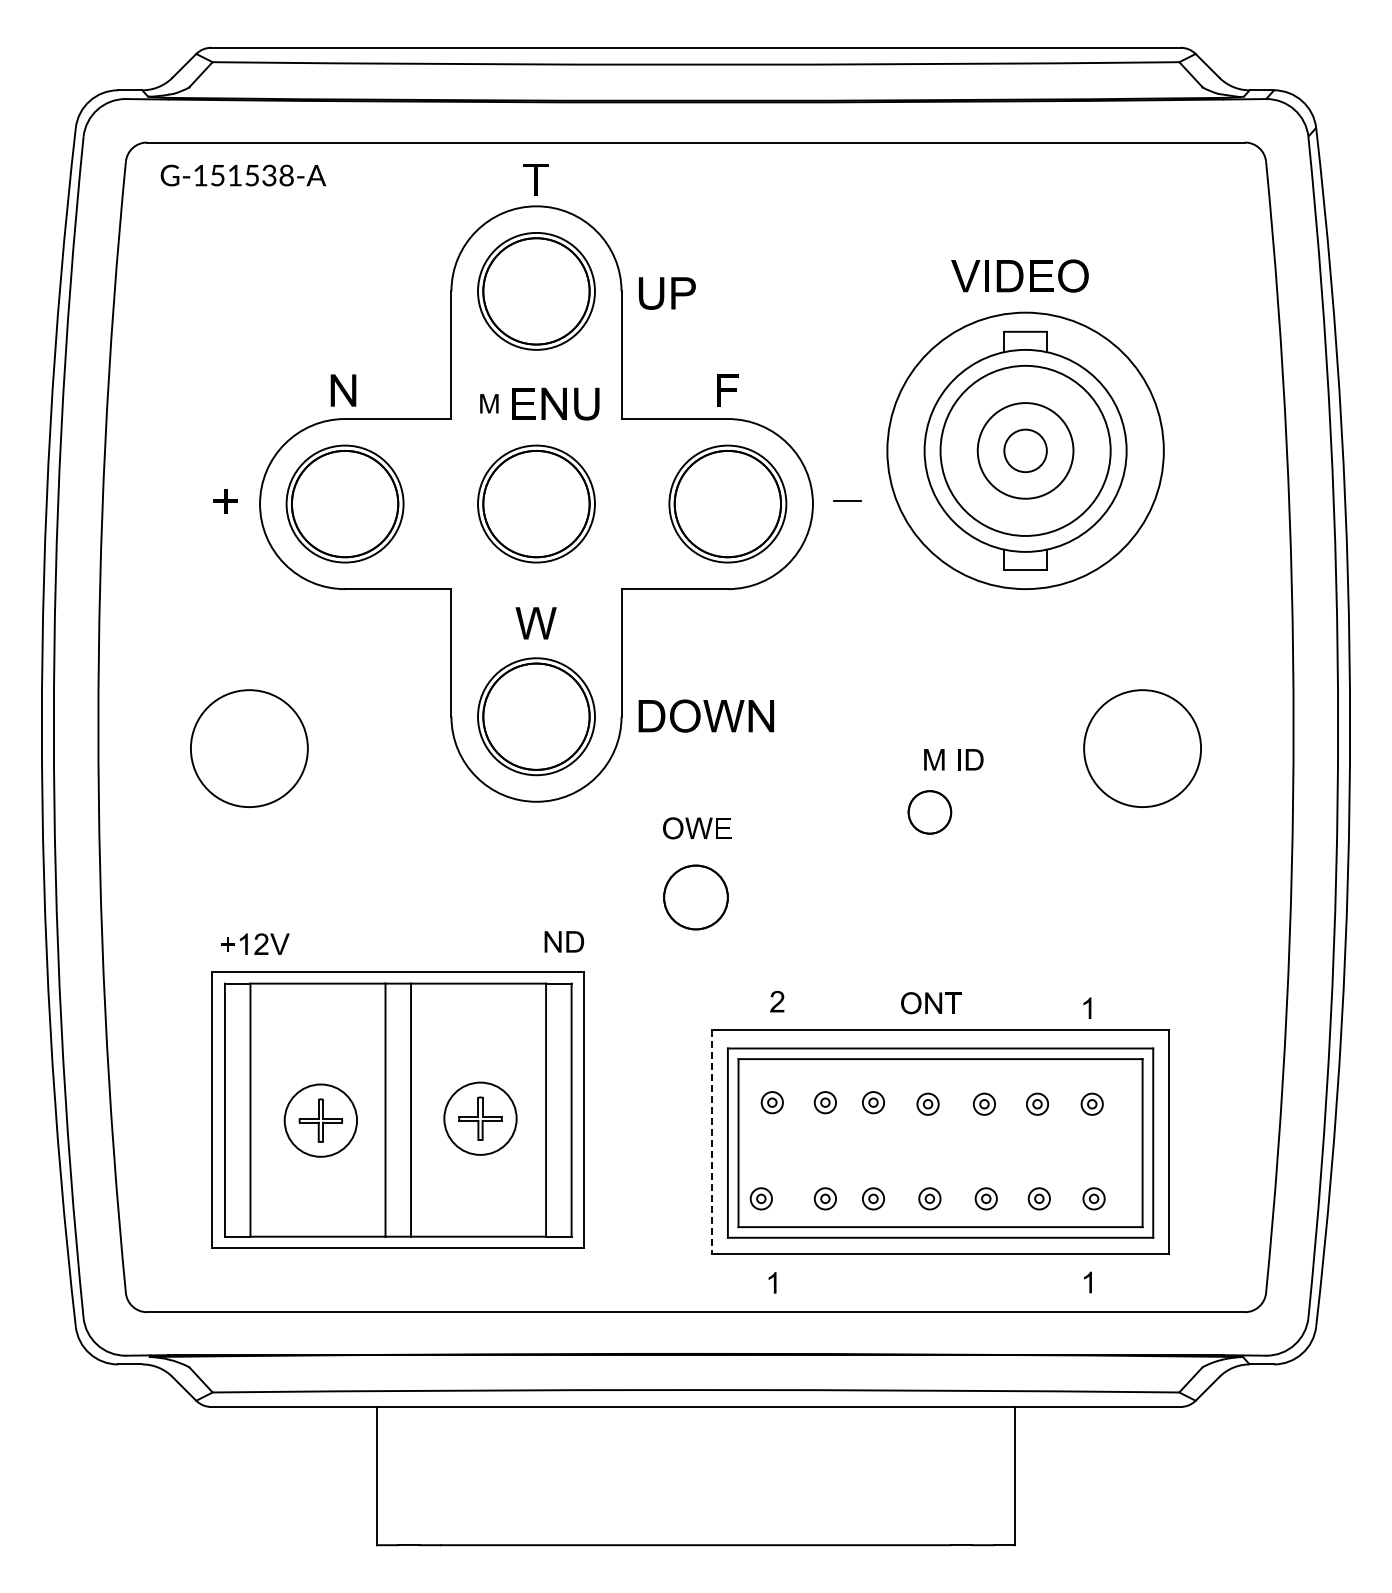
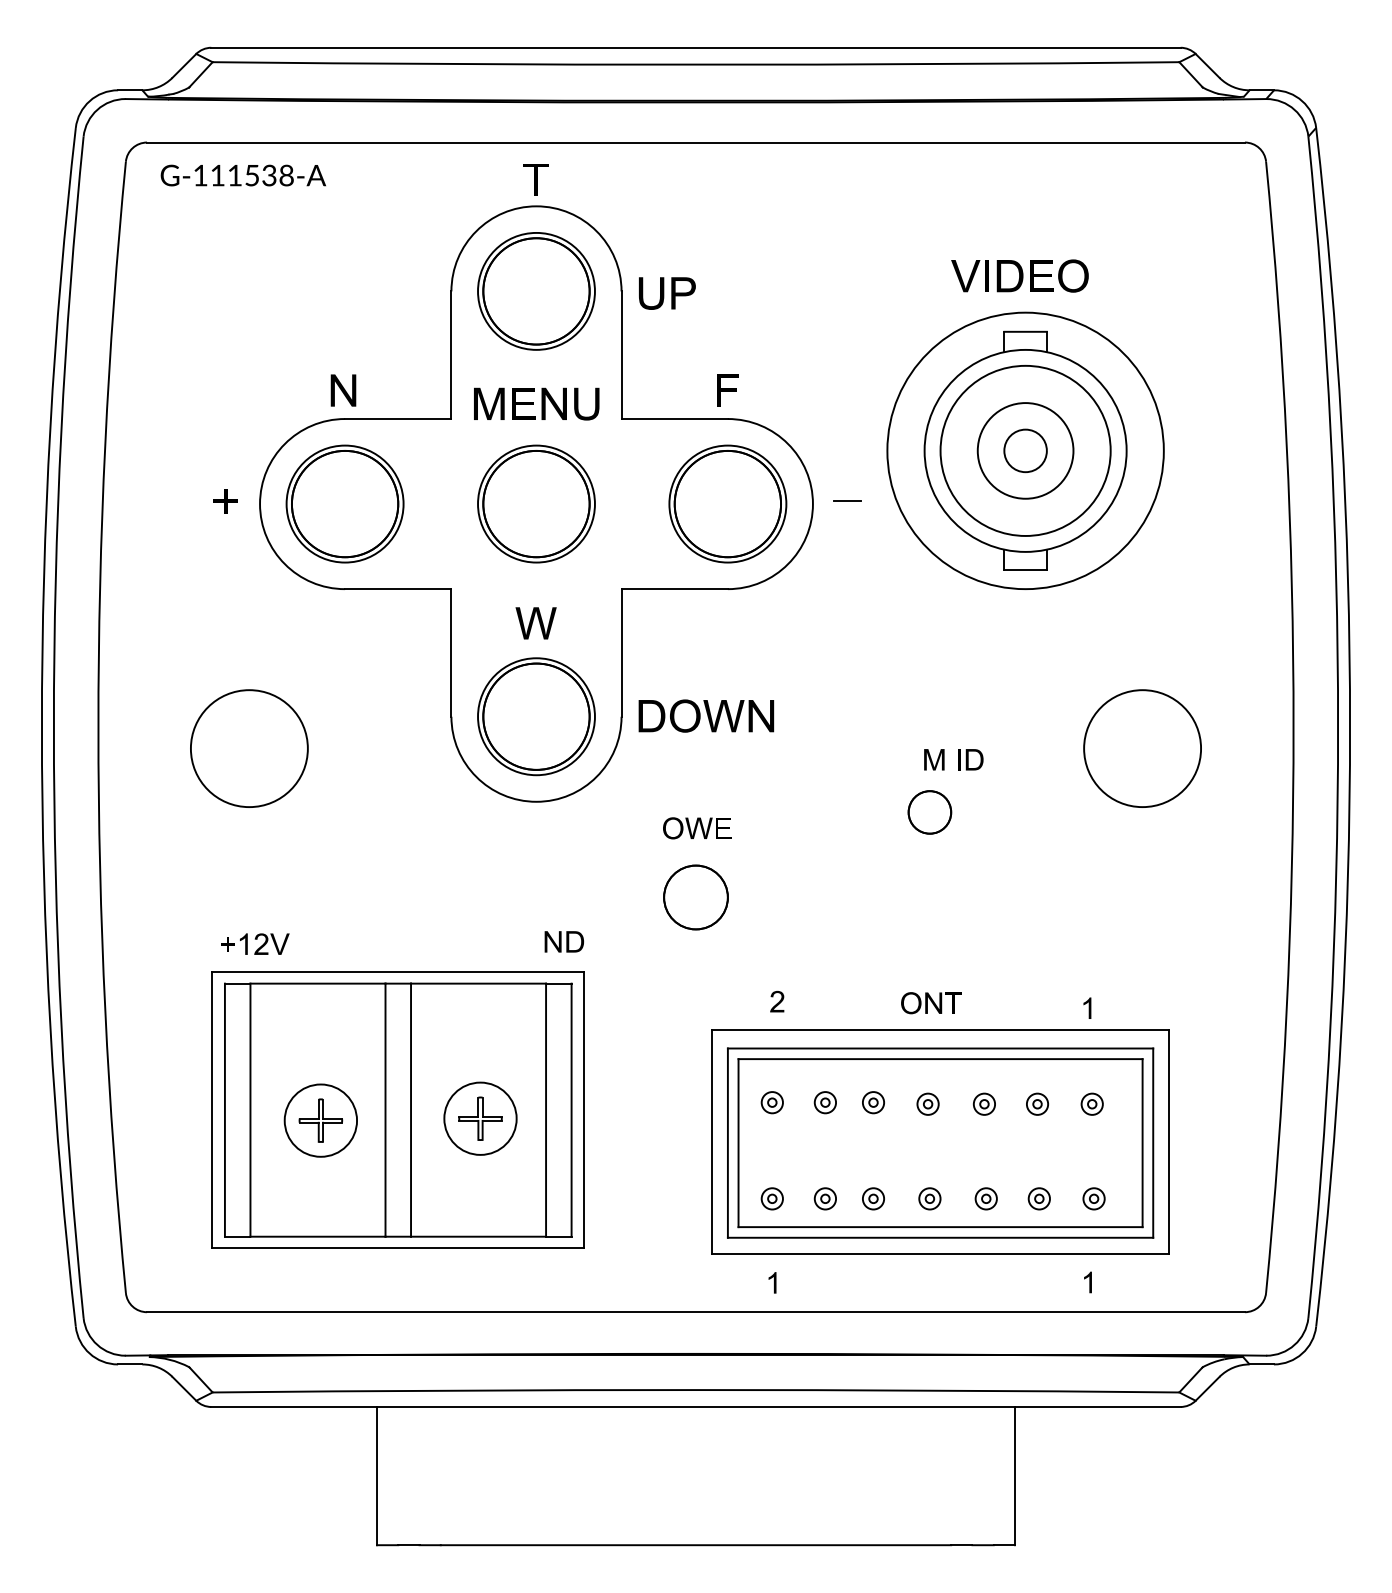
text at (217, 175): G-151538-A -> G-111538-A
part at (489, 403) size: 19x20 px -> 31x33 px
line at (711, 1142): dashed -> solid
part at (760, 1198) position: (760, 1198) -> (771, 1198)
